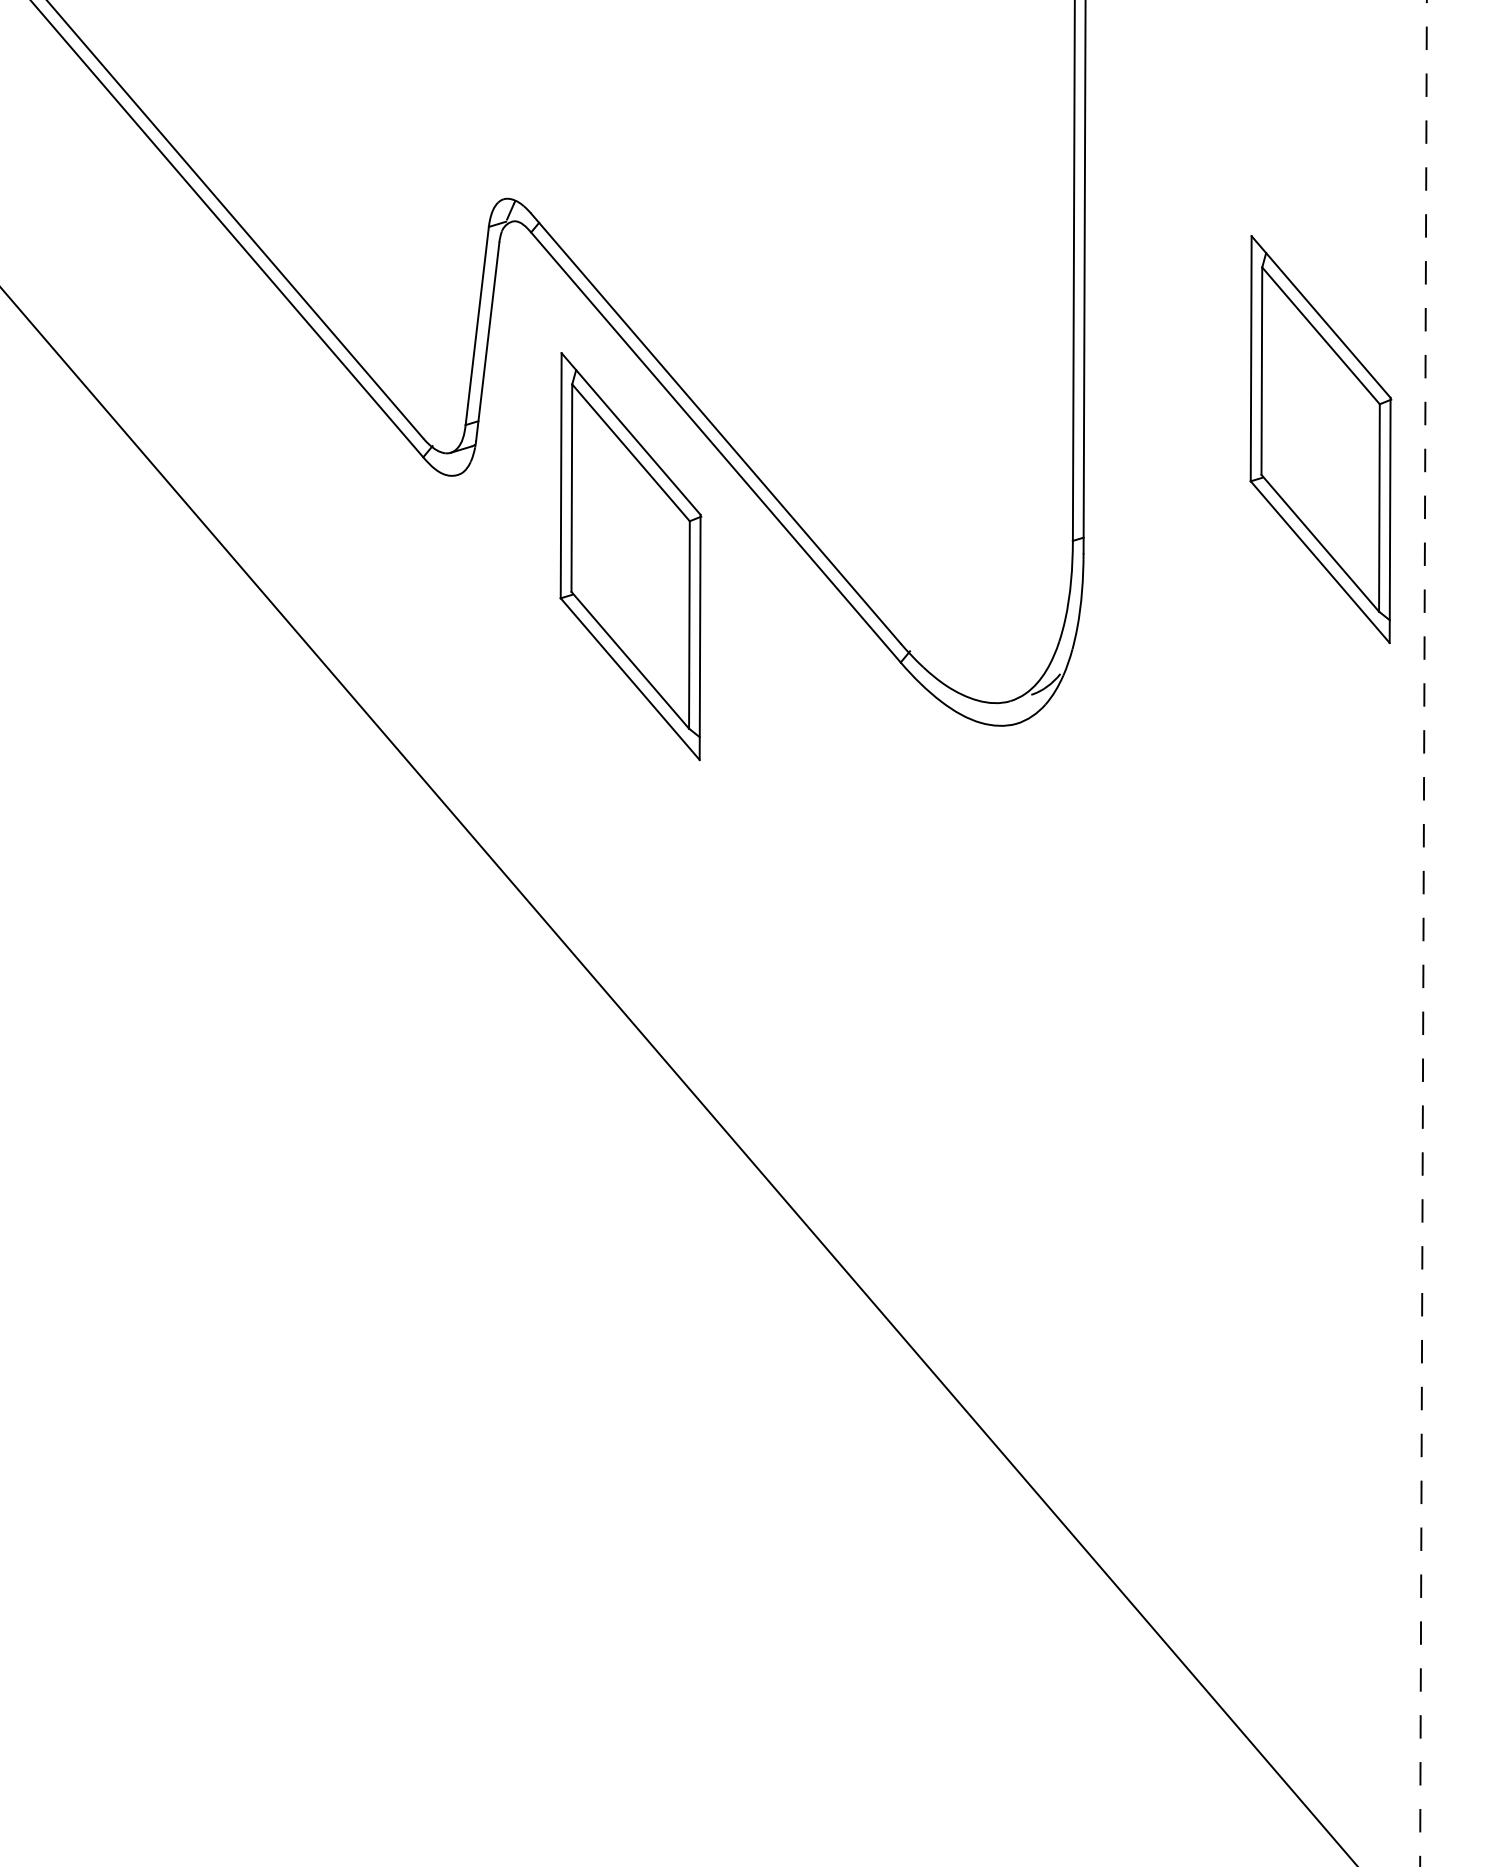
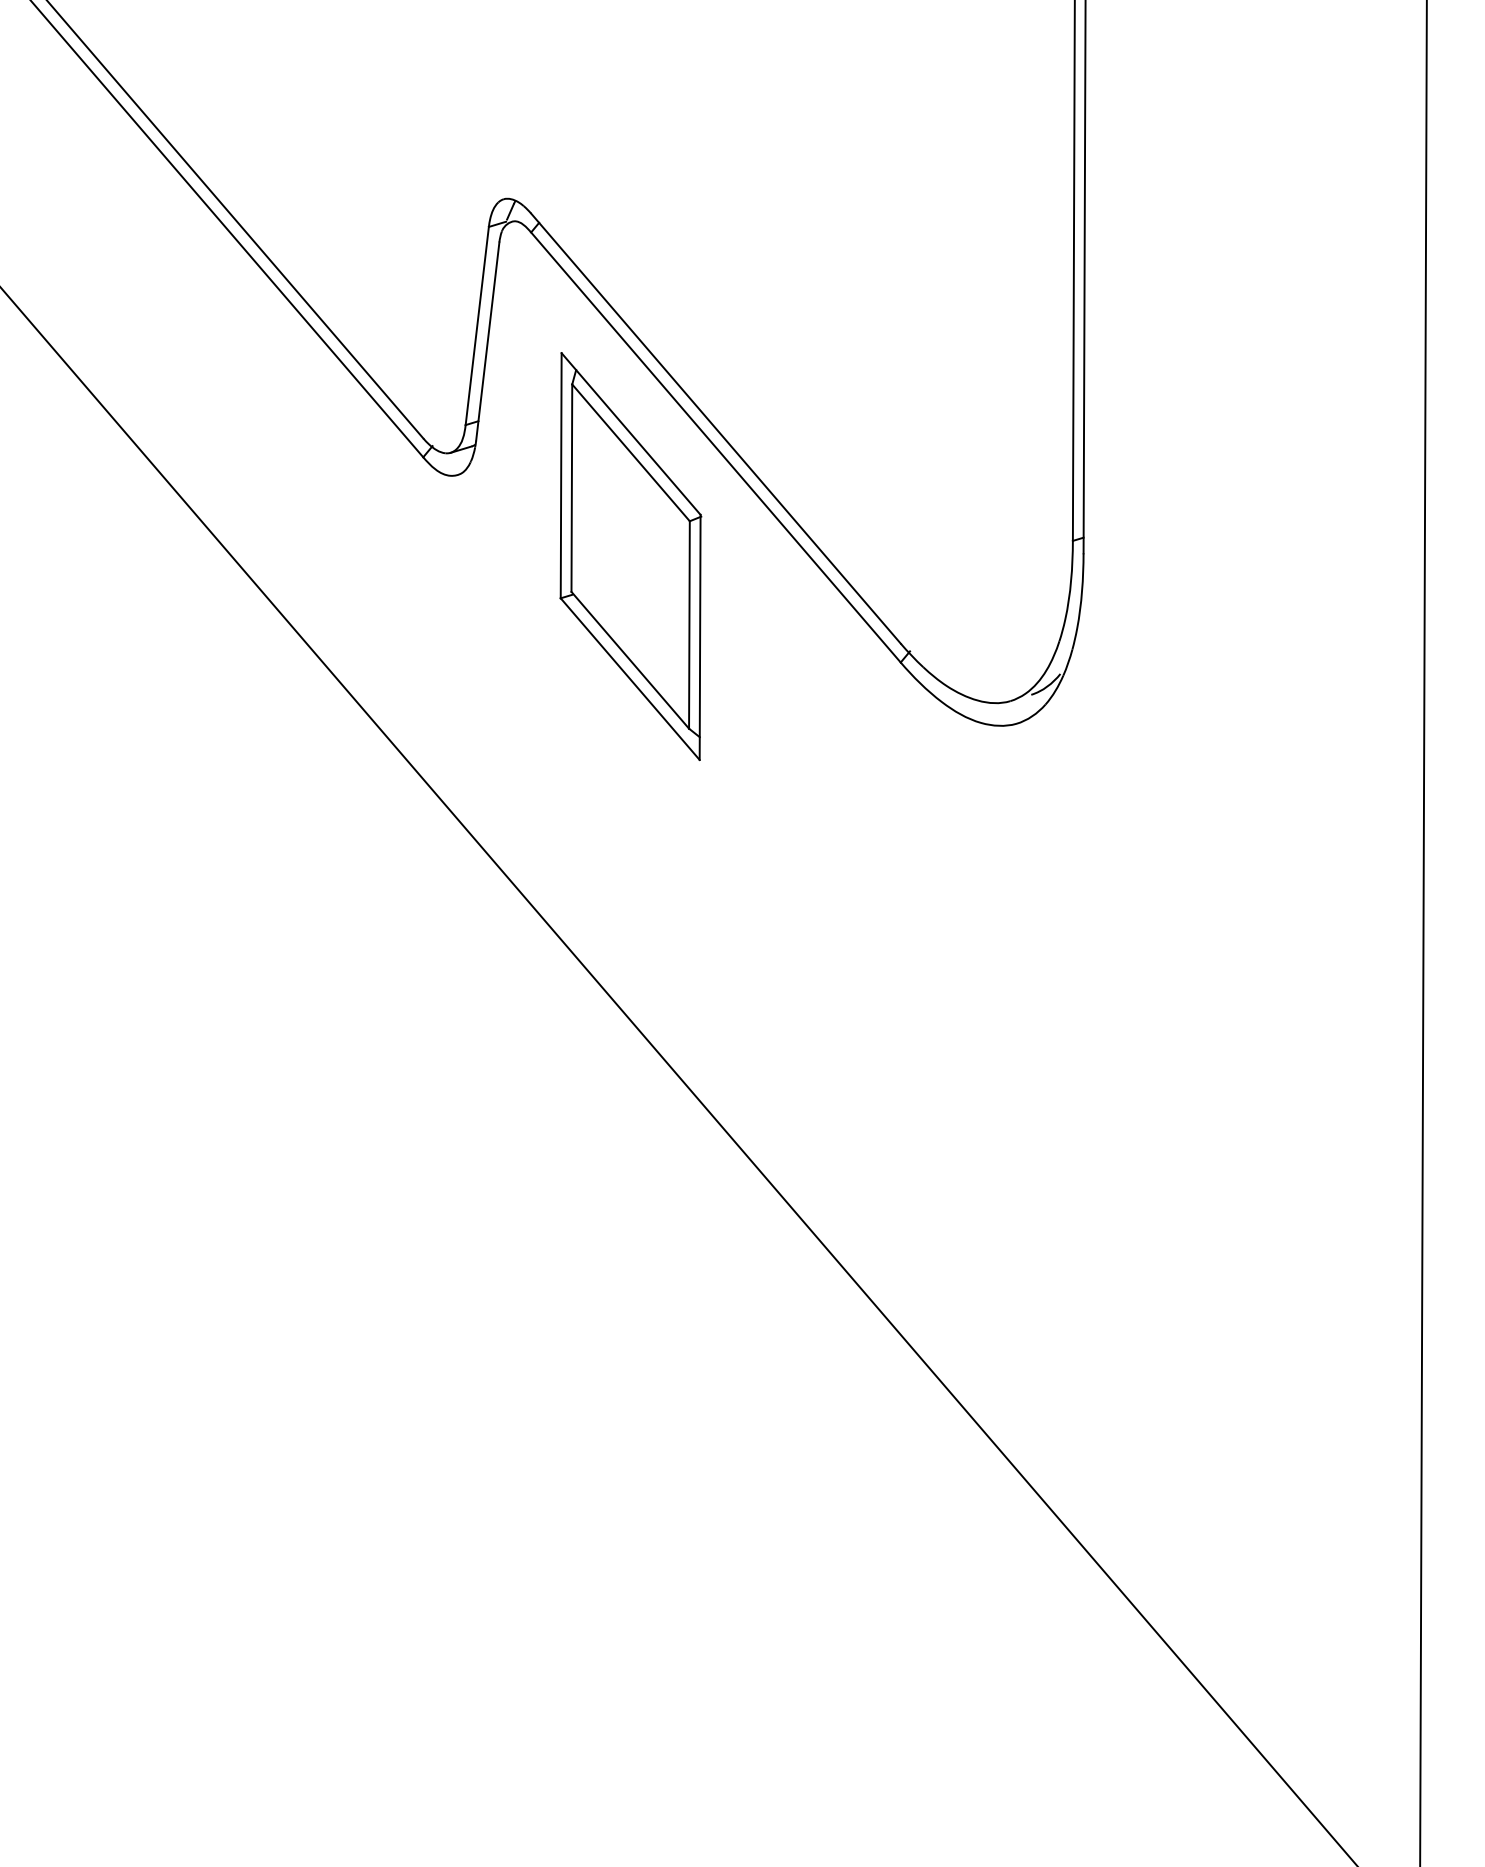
part at (1320, 439): present -> none
line at (1423, 934): dashed -> solid
